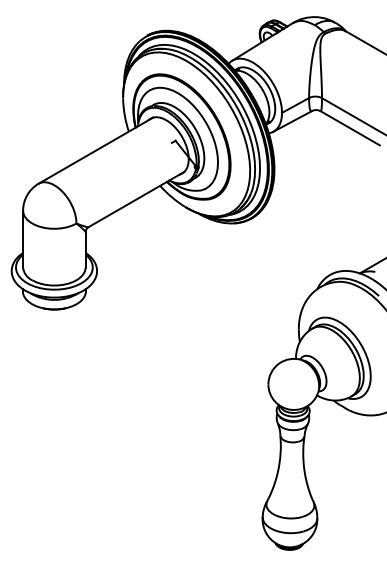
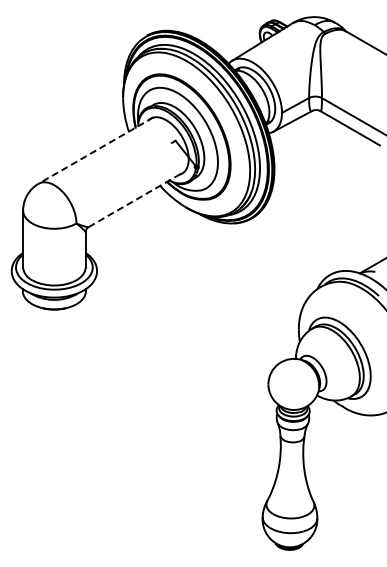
line at (95, 150): solid -> dashed
line at (137, 199): solid -> dashed
